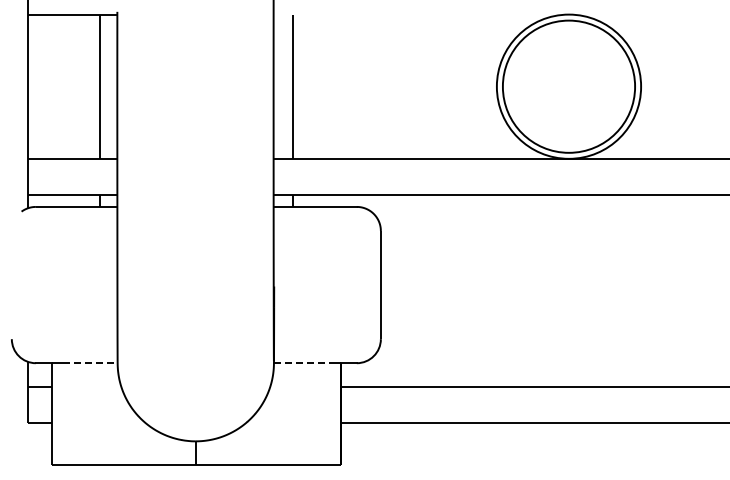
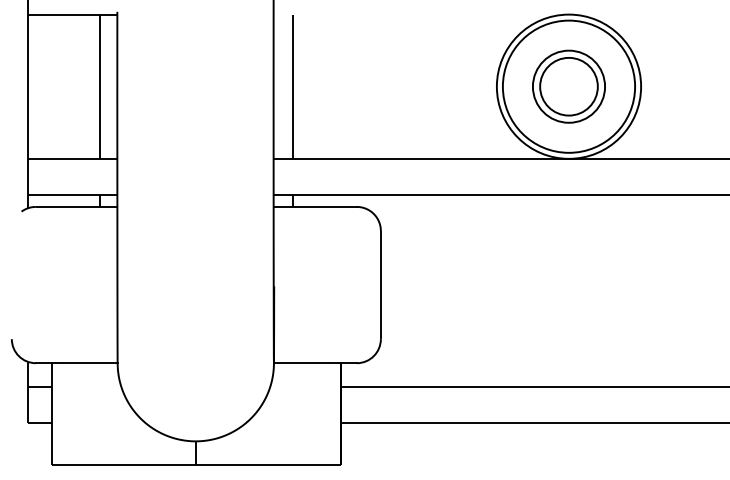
part at (568, 86): none -> present
line at (90, 363): dashed -> solid
line at (301, 363): dashed -> solid
